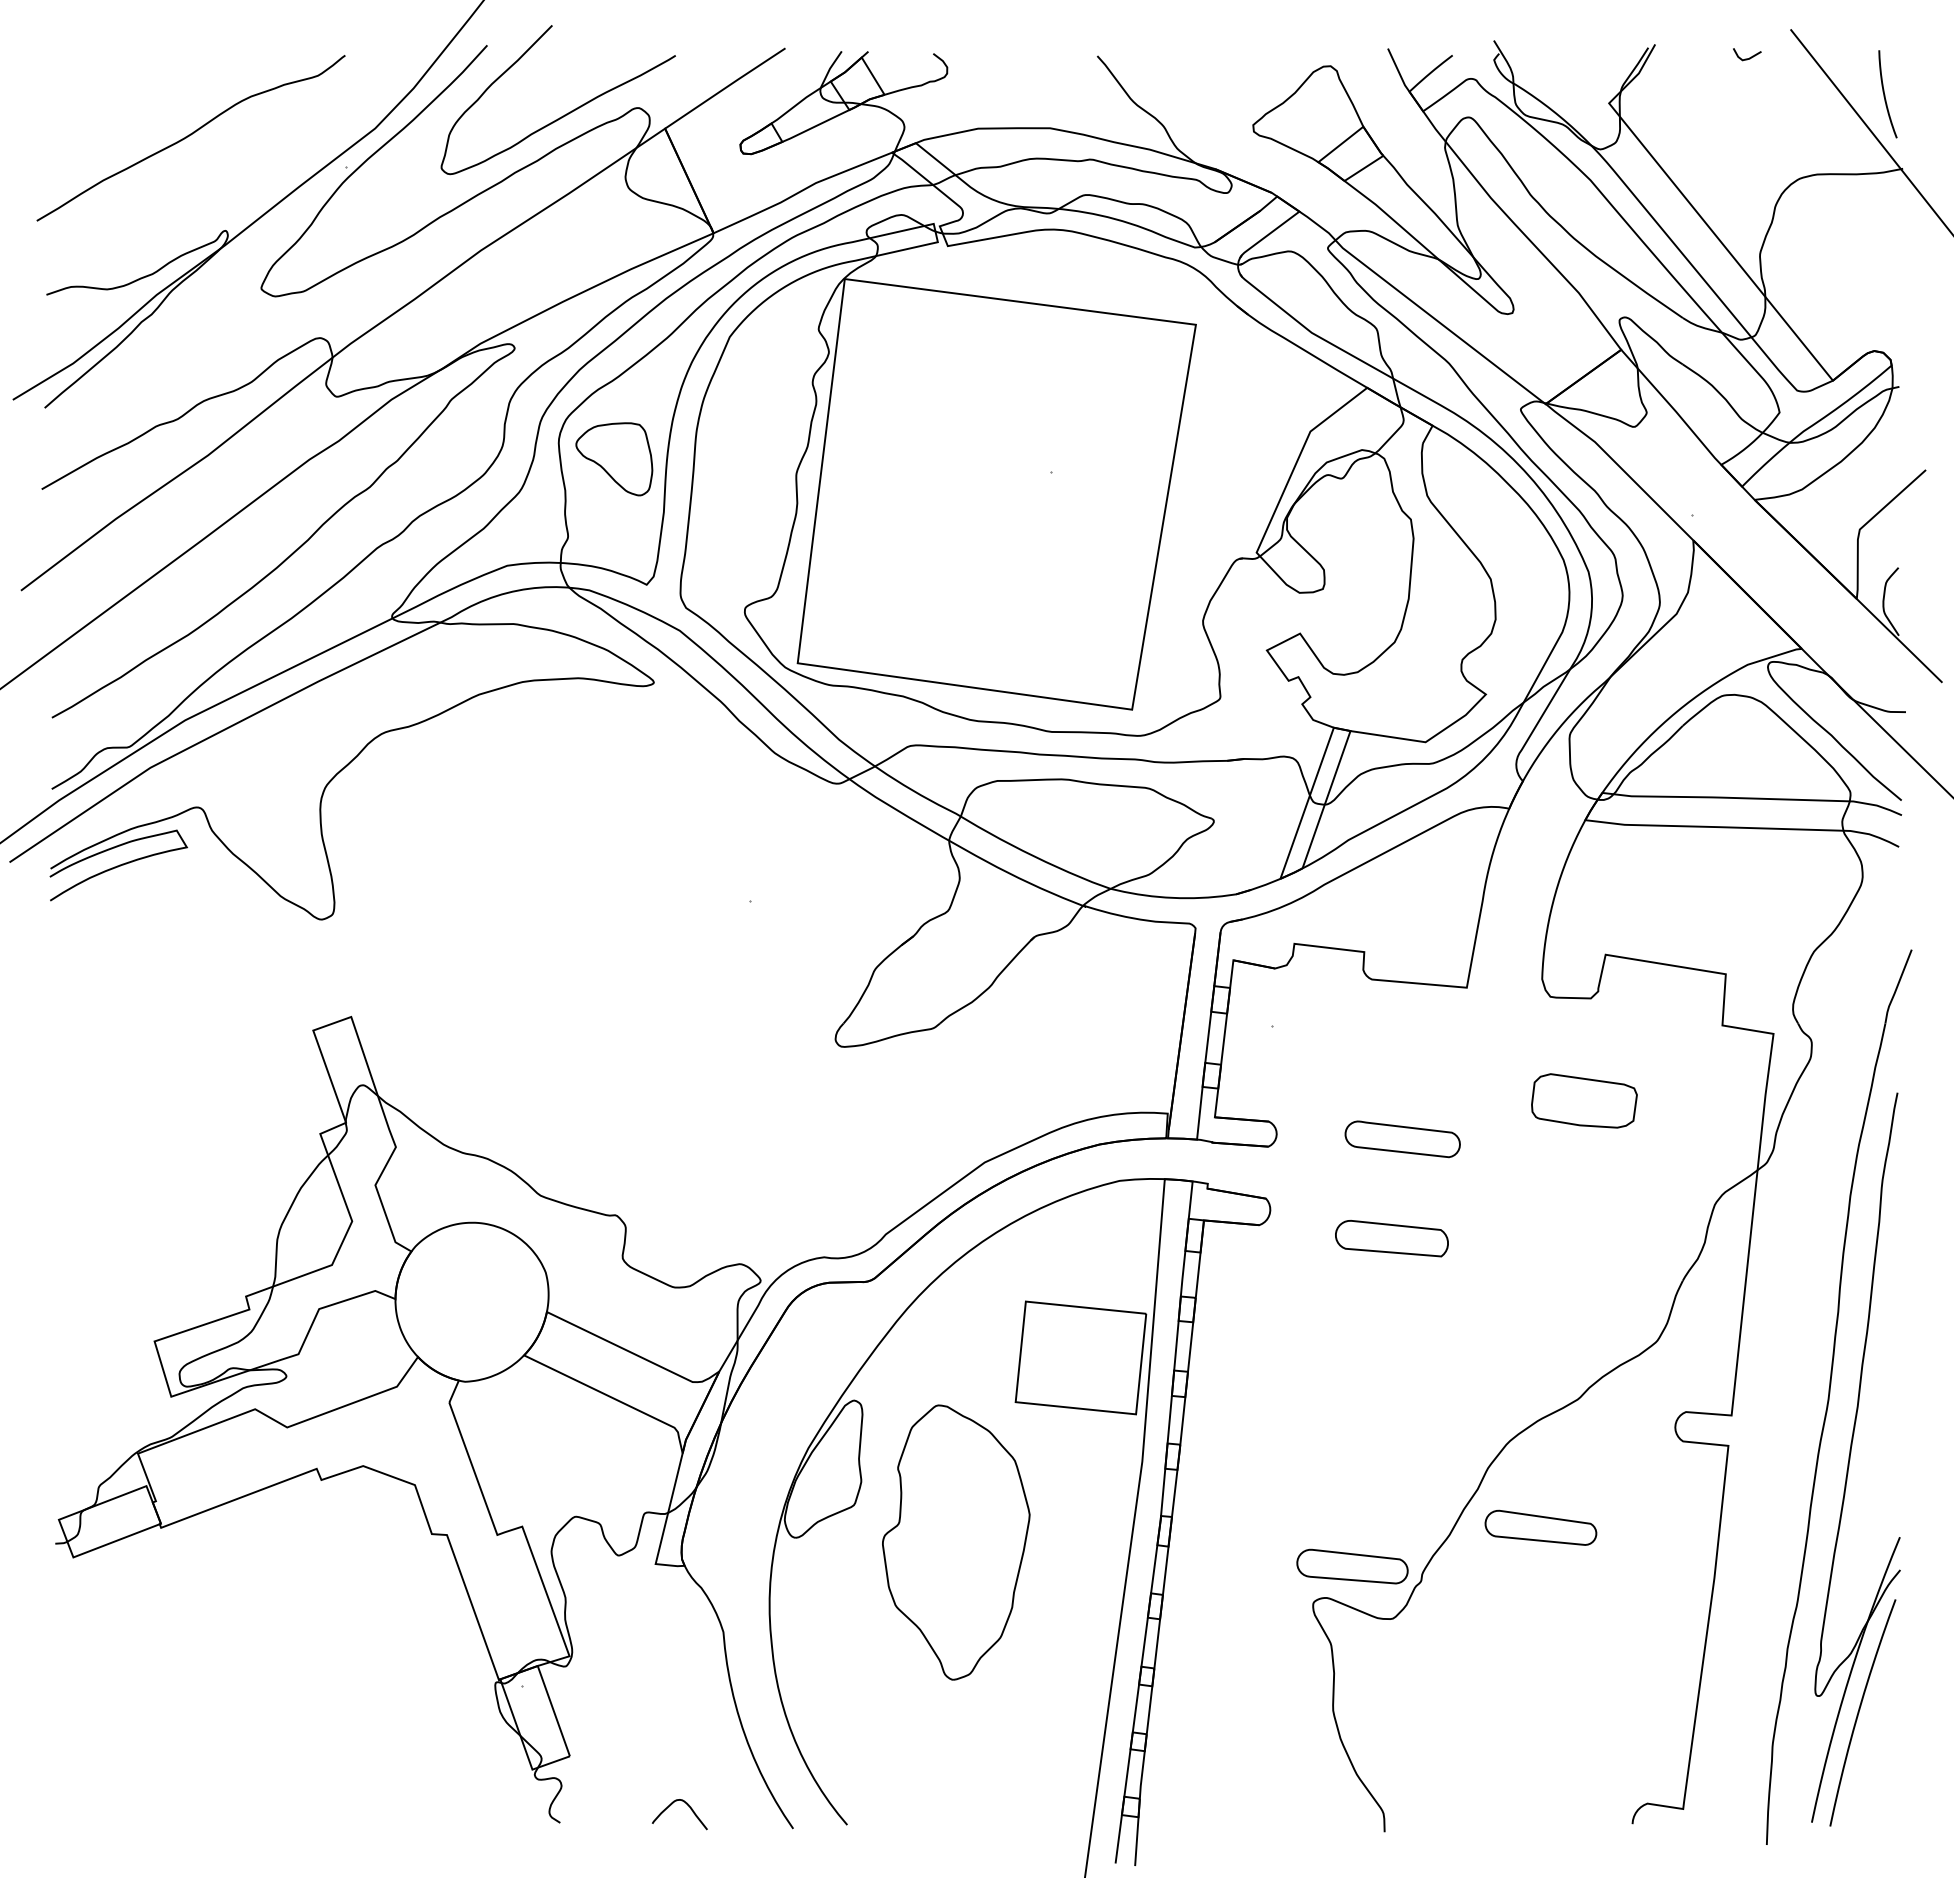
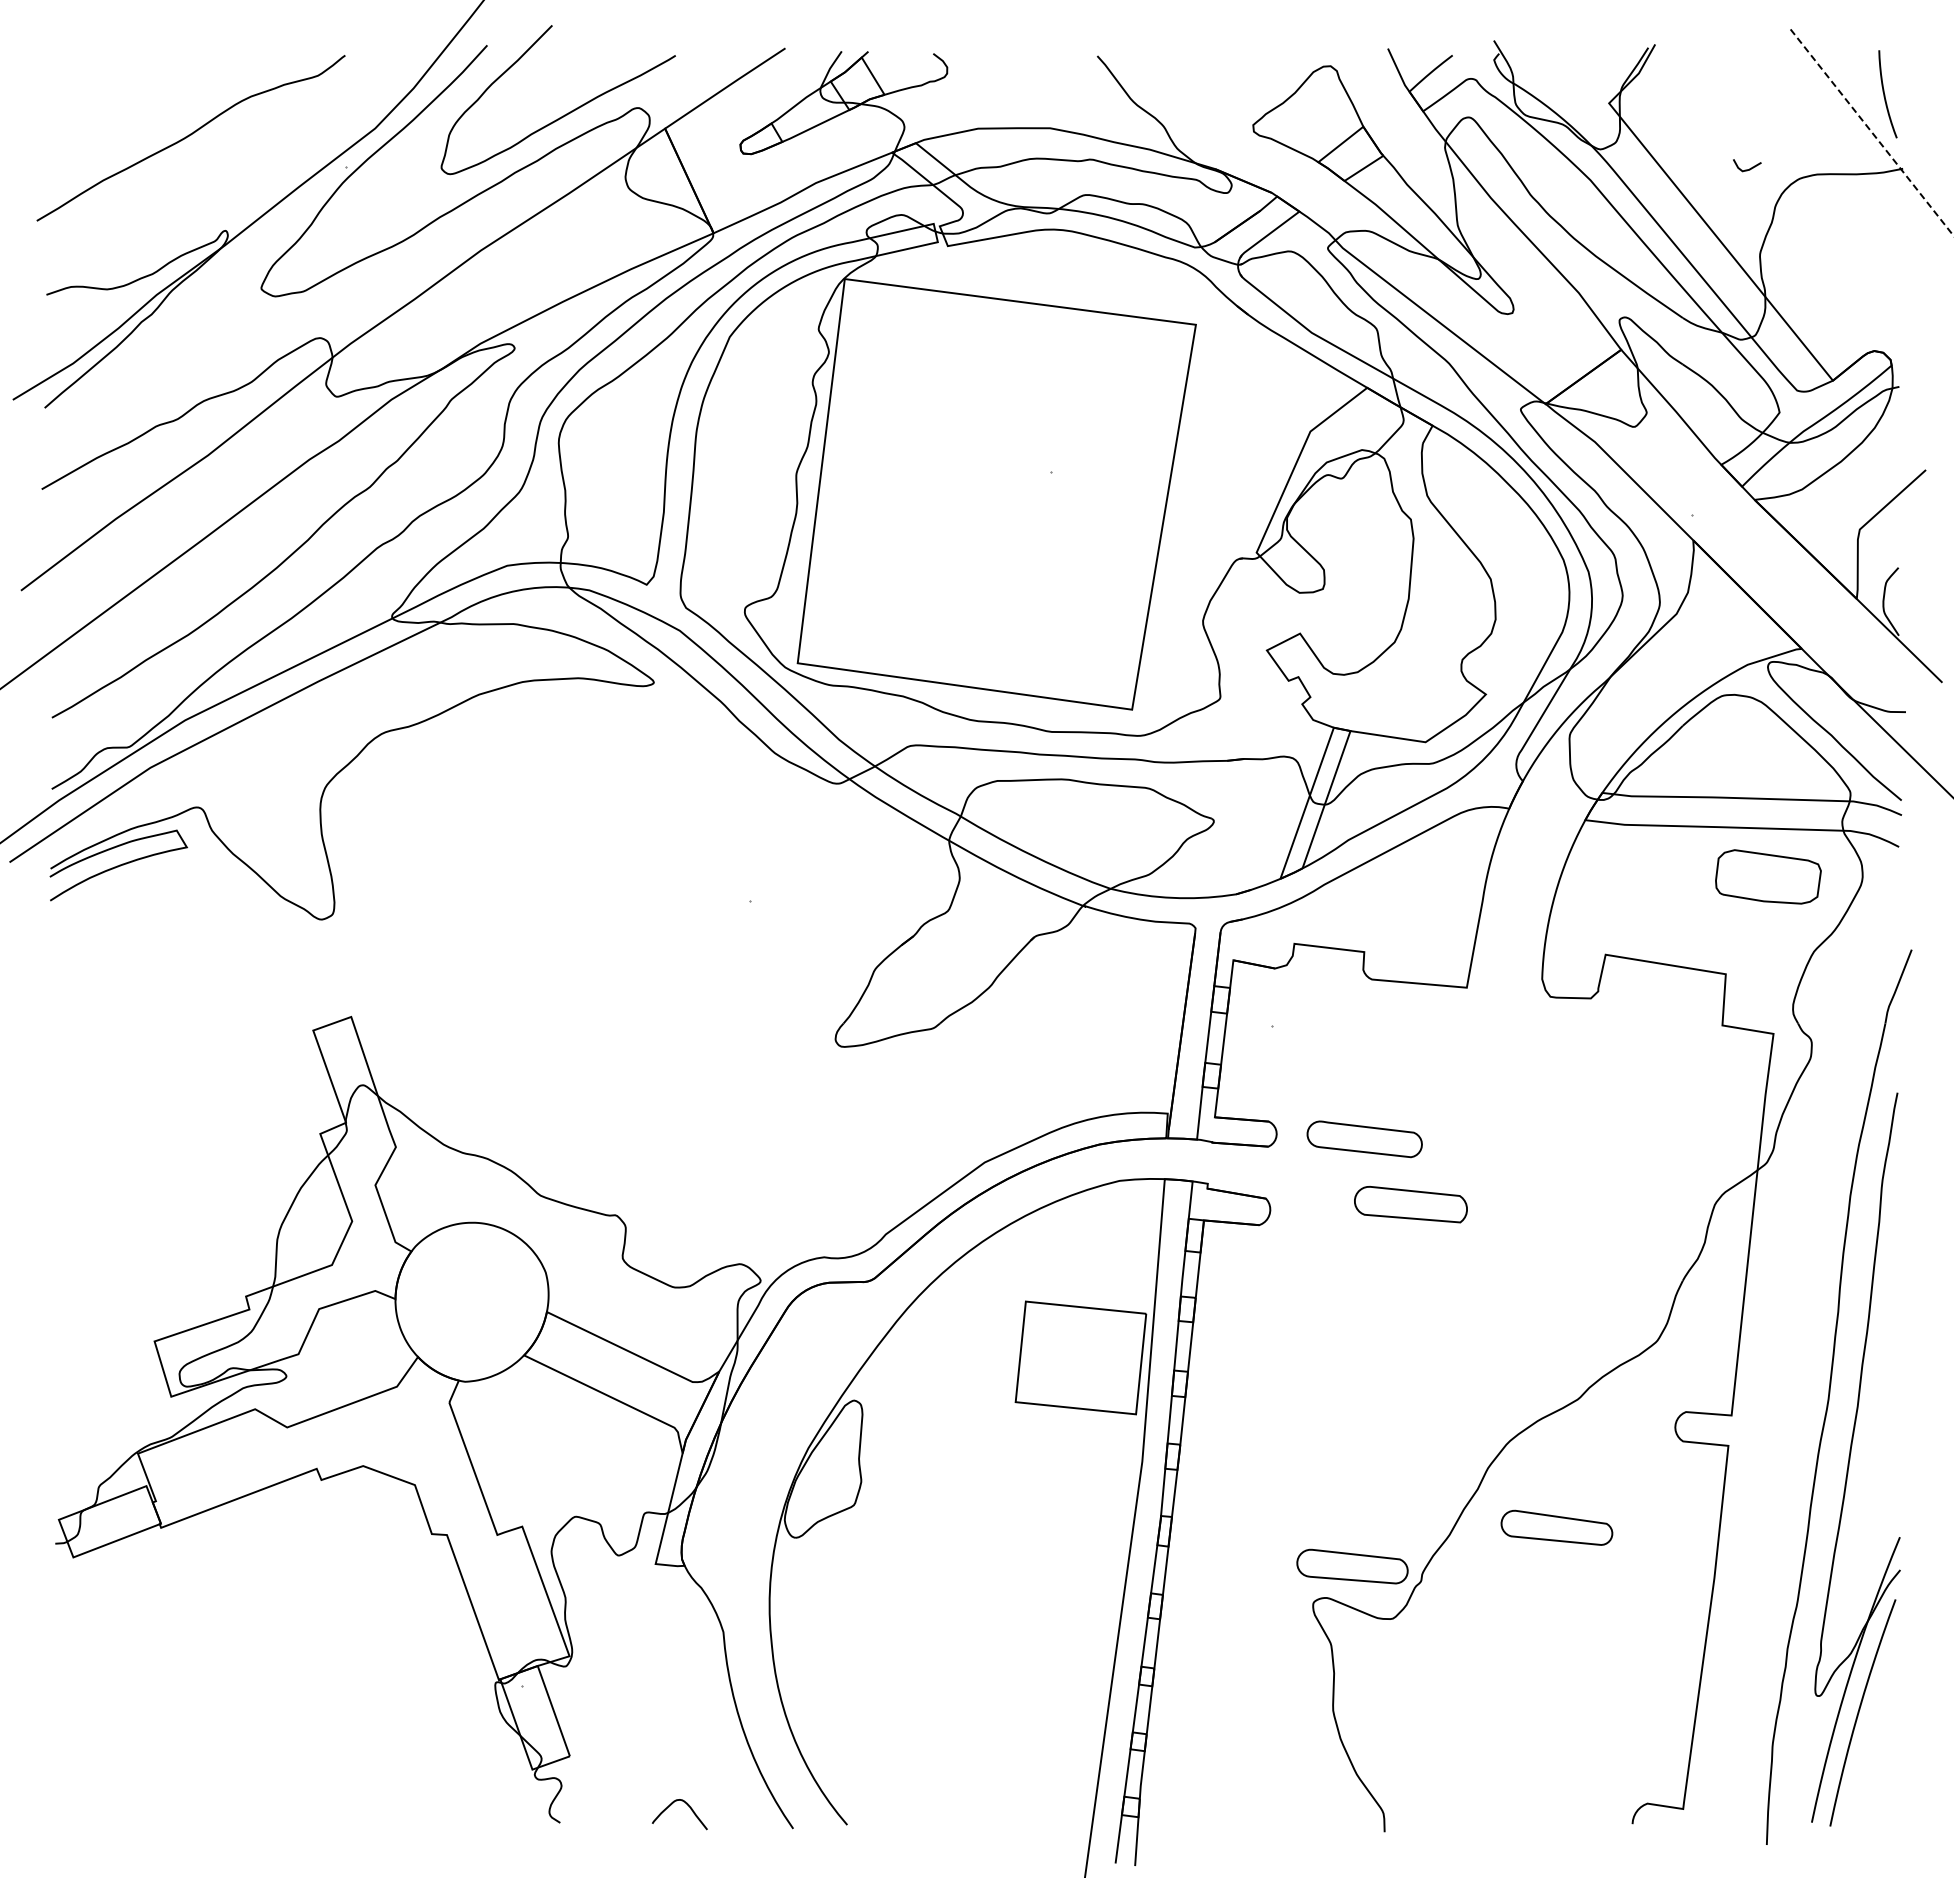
line at (1749, 57) position: (1749, 57) -> (1749, 168)
line at (1872, 132): solid -> dashed
part at (614, 459): present -> none
part at (1584, 1100) position: (1584, 1100) -> (1768, 876)
part at (1402, 1139) position: (1402, 1139) -> (1364, 1139)
part at (1391, 1238) position: (1391, 1238) -> (1410, 1204)
part at (1540, 1527) position: (1540, 1527) -> (1556, 1527)
part at (956, 1542): present -> none
